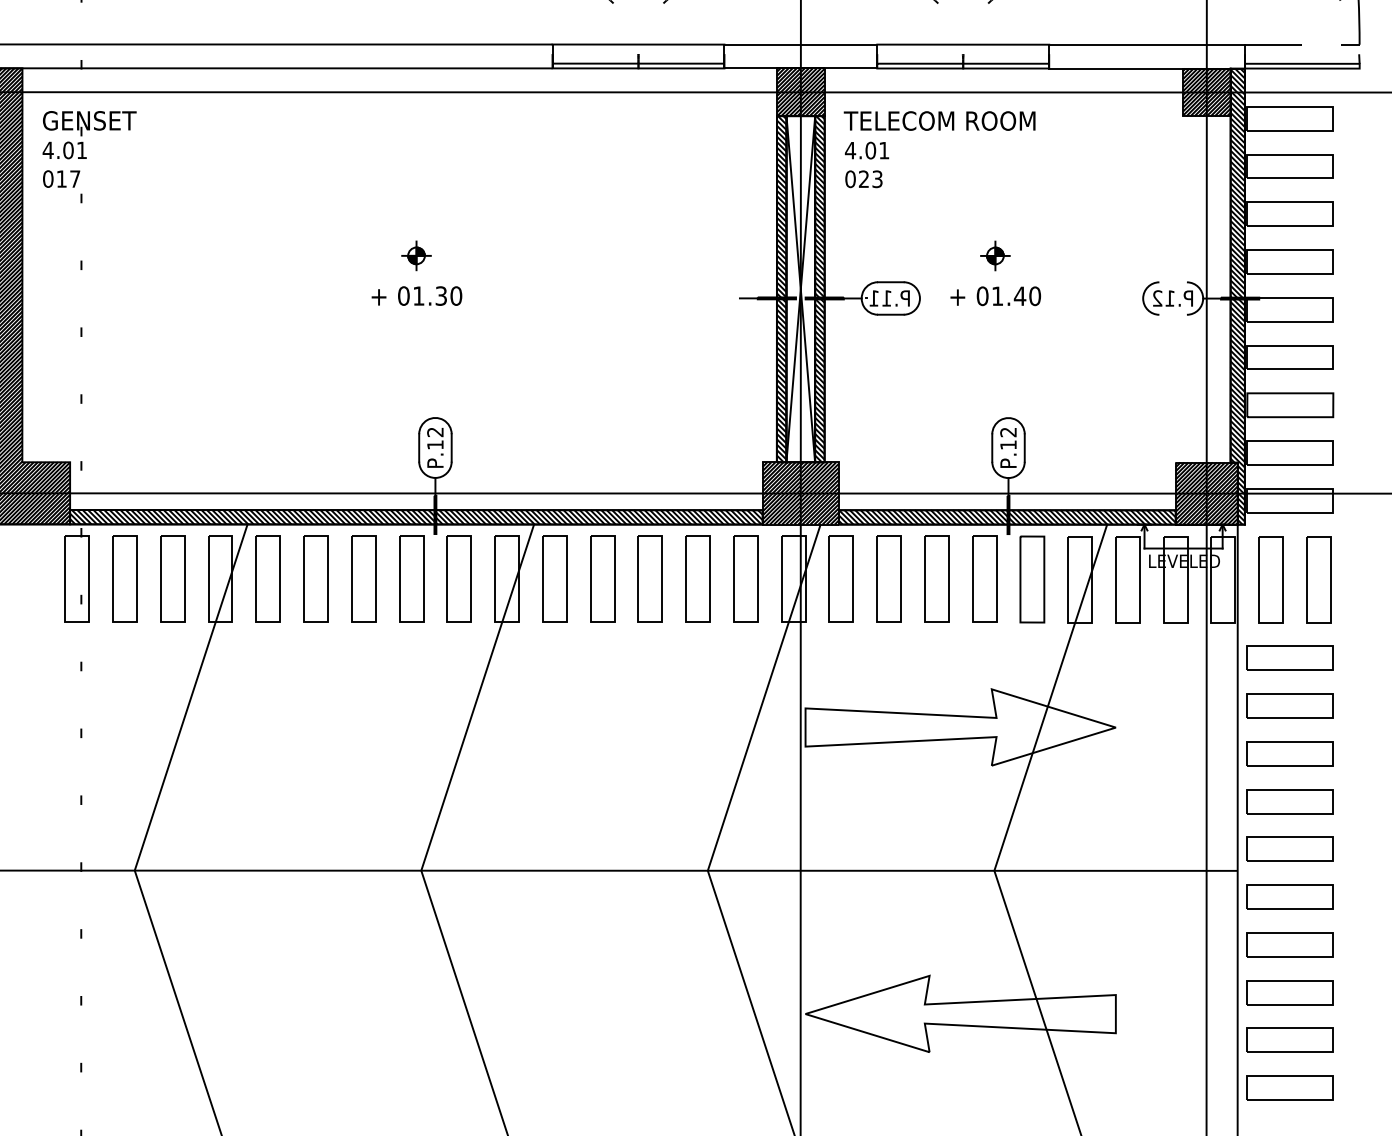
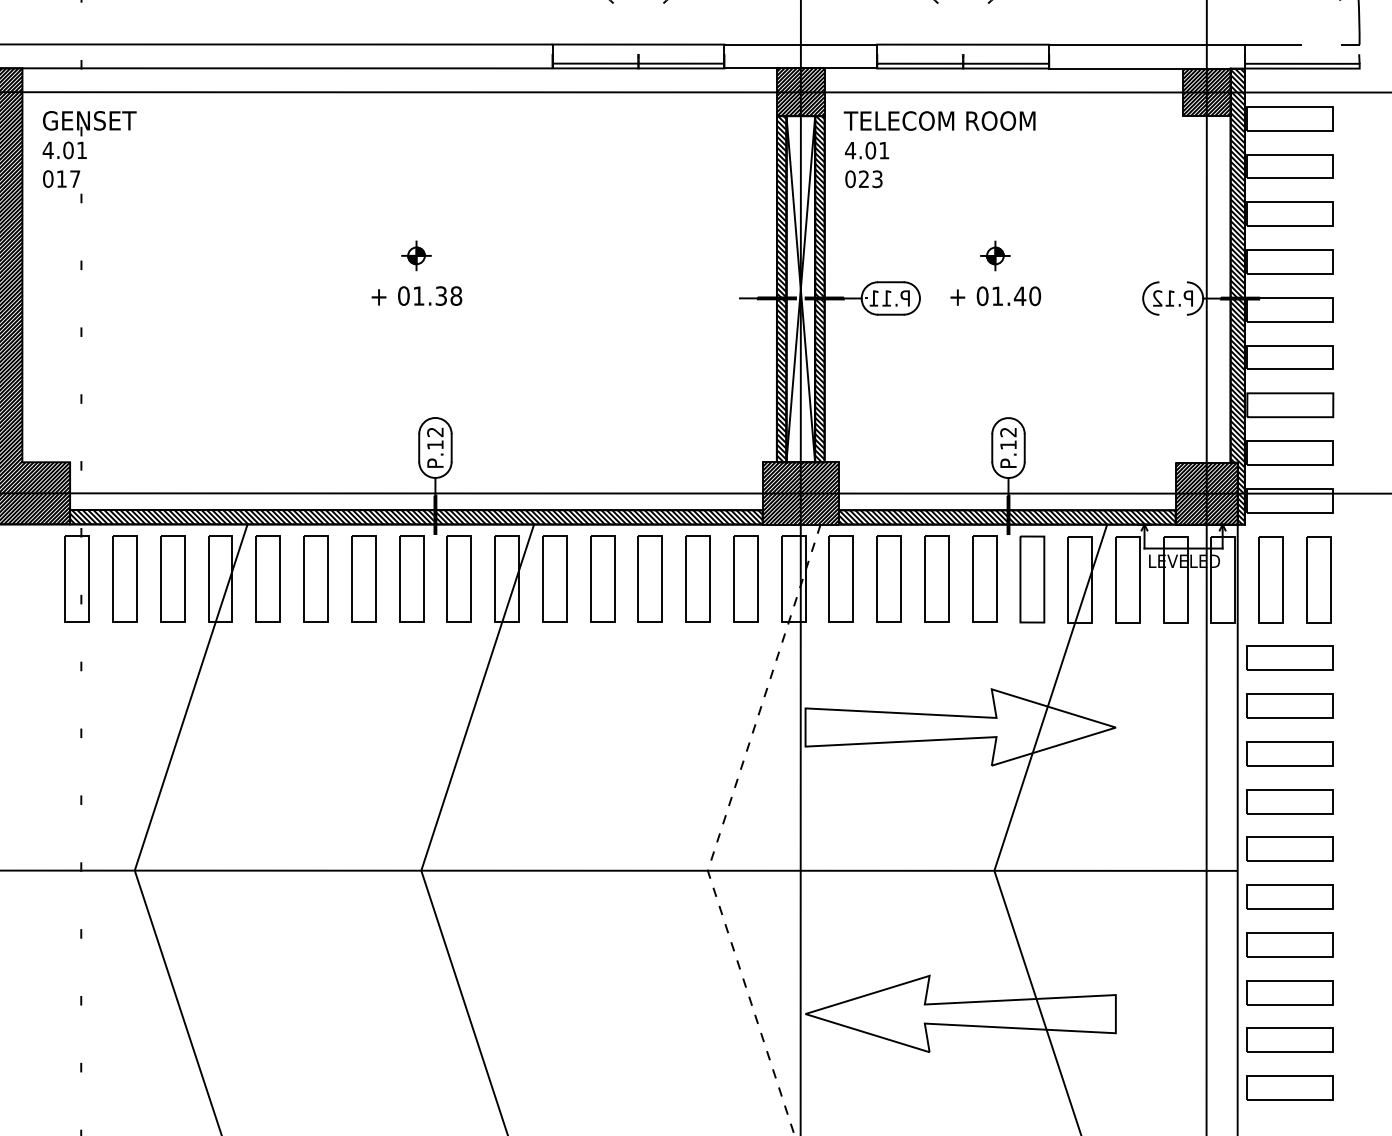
text at (456, 295): 01.30 -> 01.38
line at (720, 830): solid -> dashed
